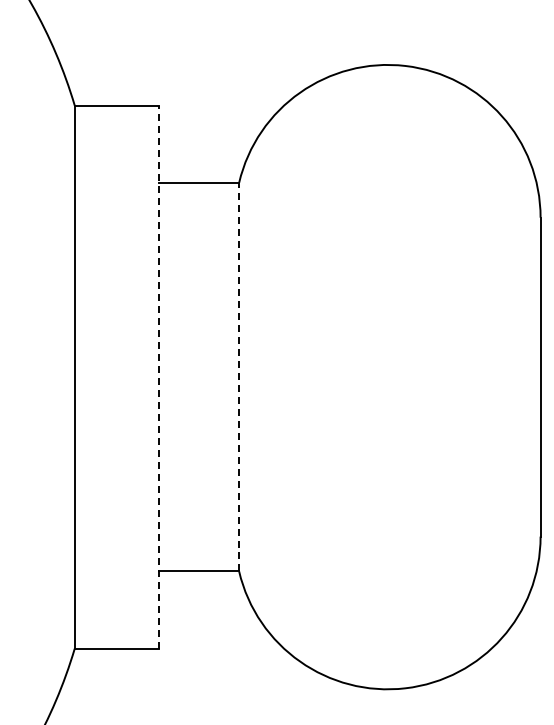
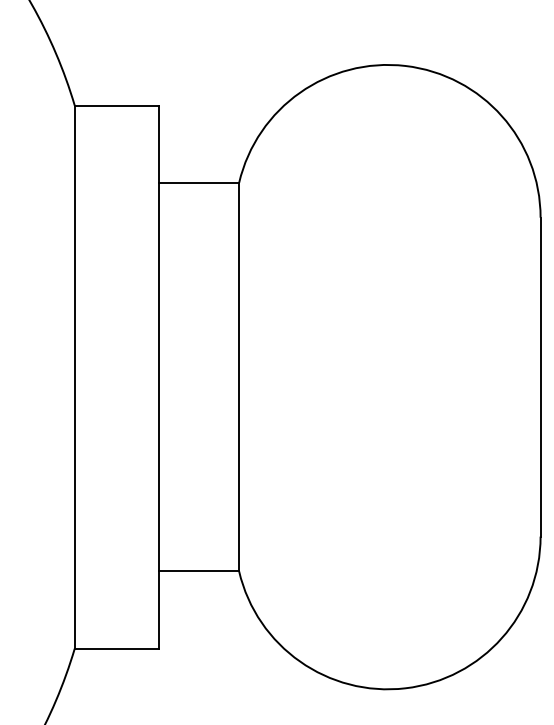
line at (239, 376): dashed -> solid
line at (159, 377): dashed -> solid
